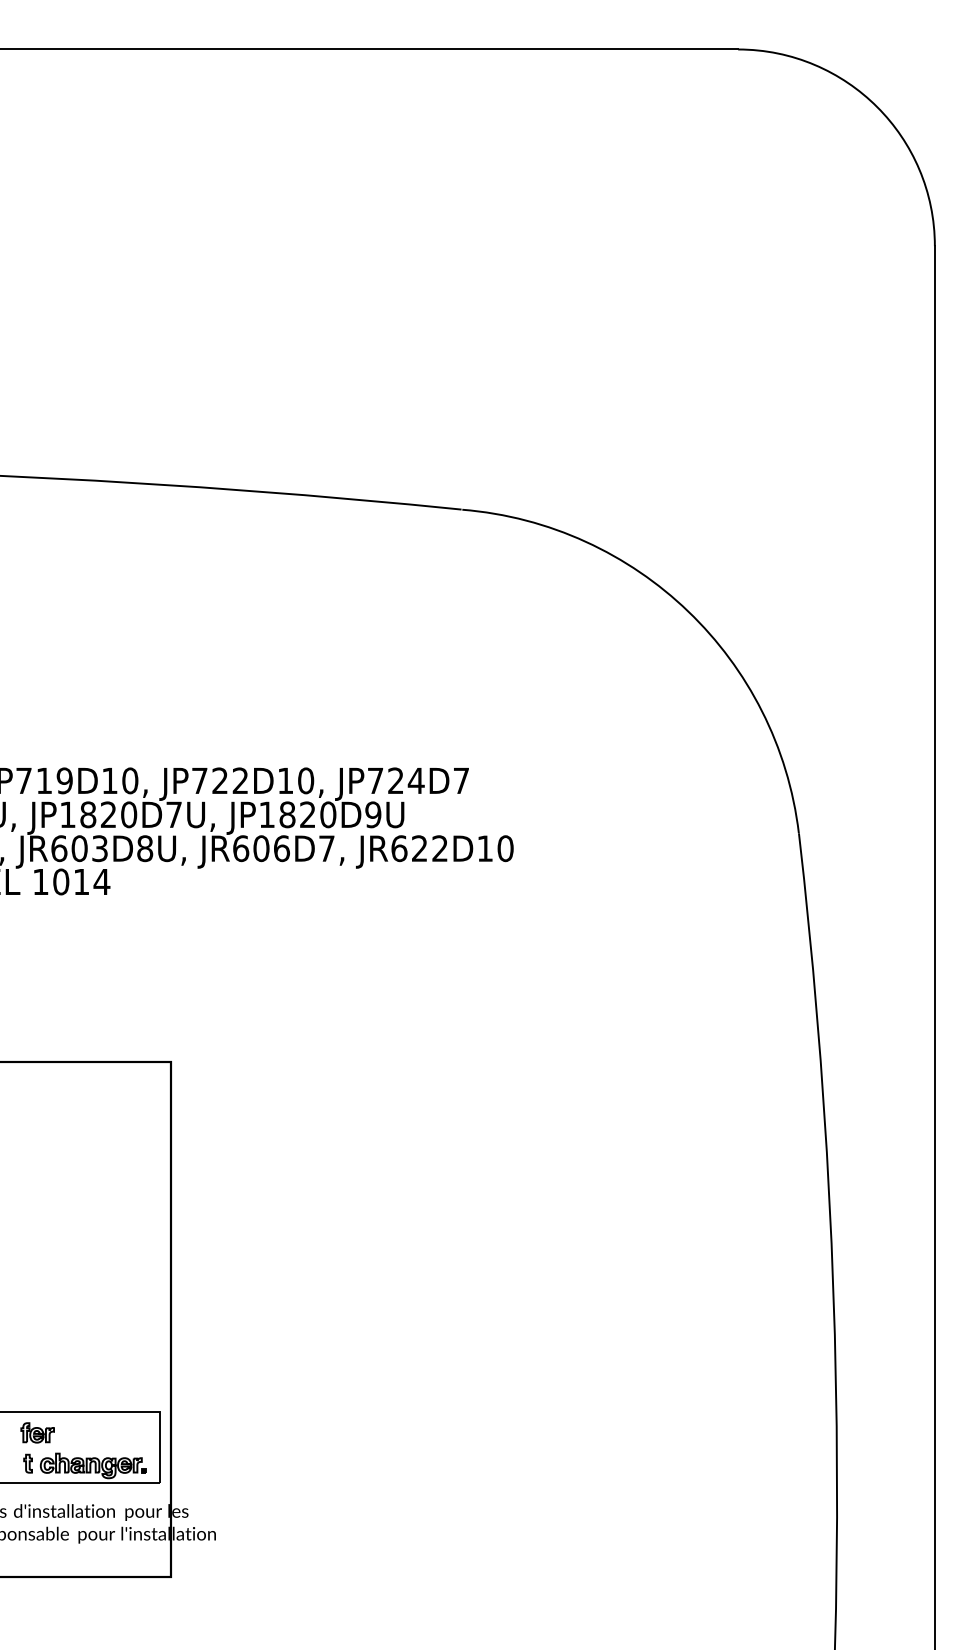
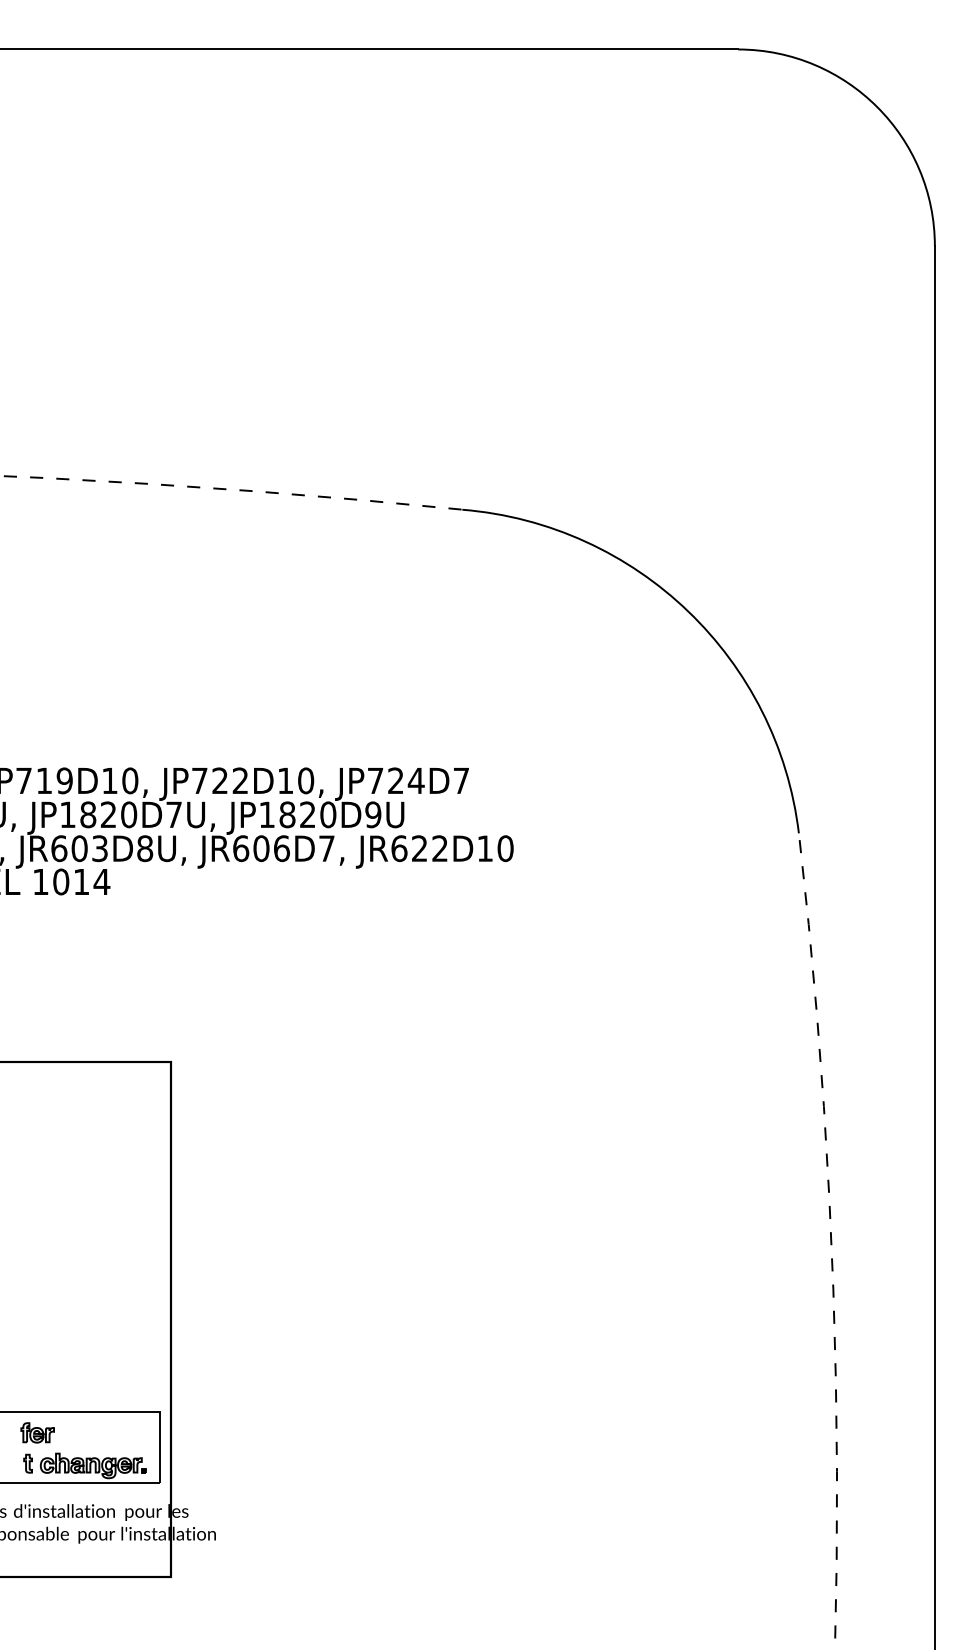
arc at (230, 489): solid -> dashed
arc at (831, 1241): solid -> dashed
